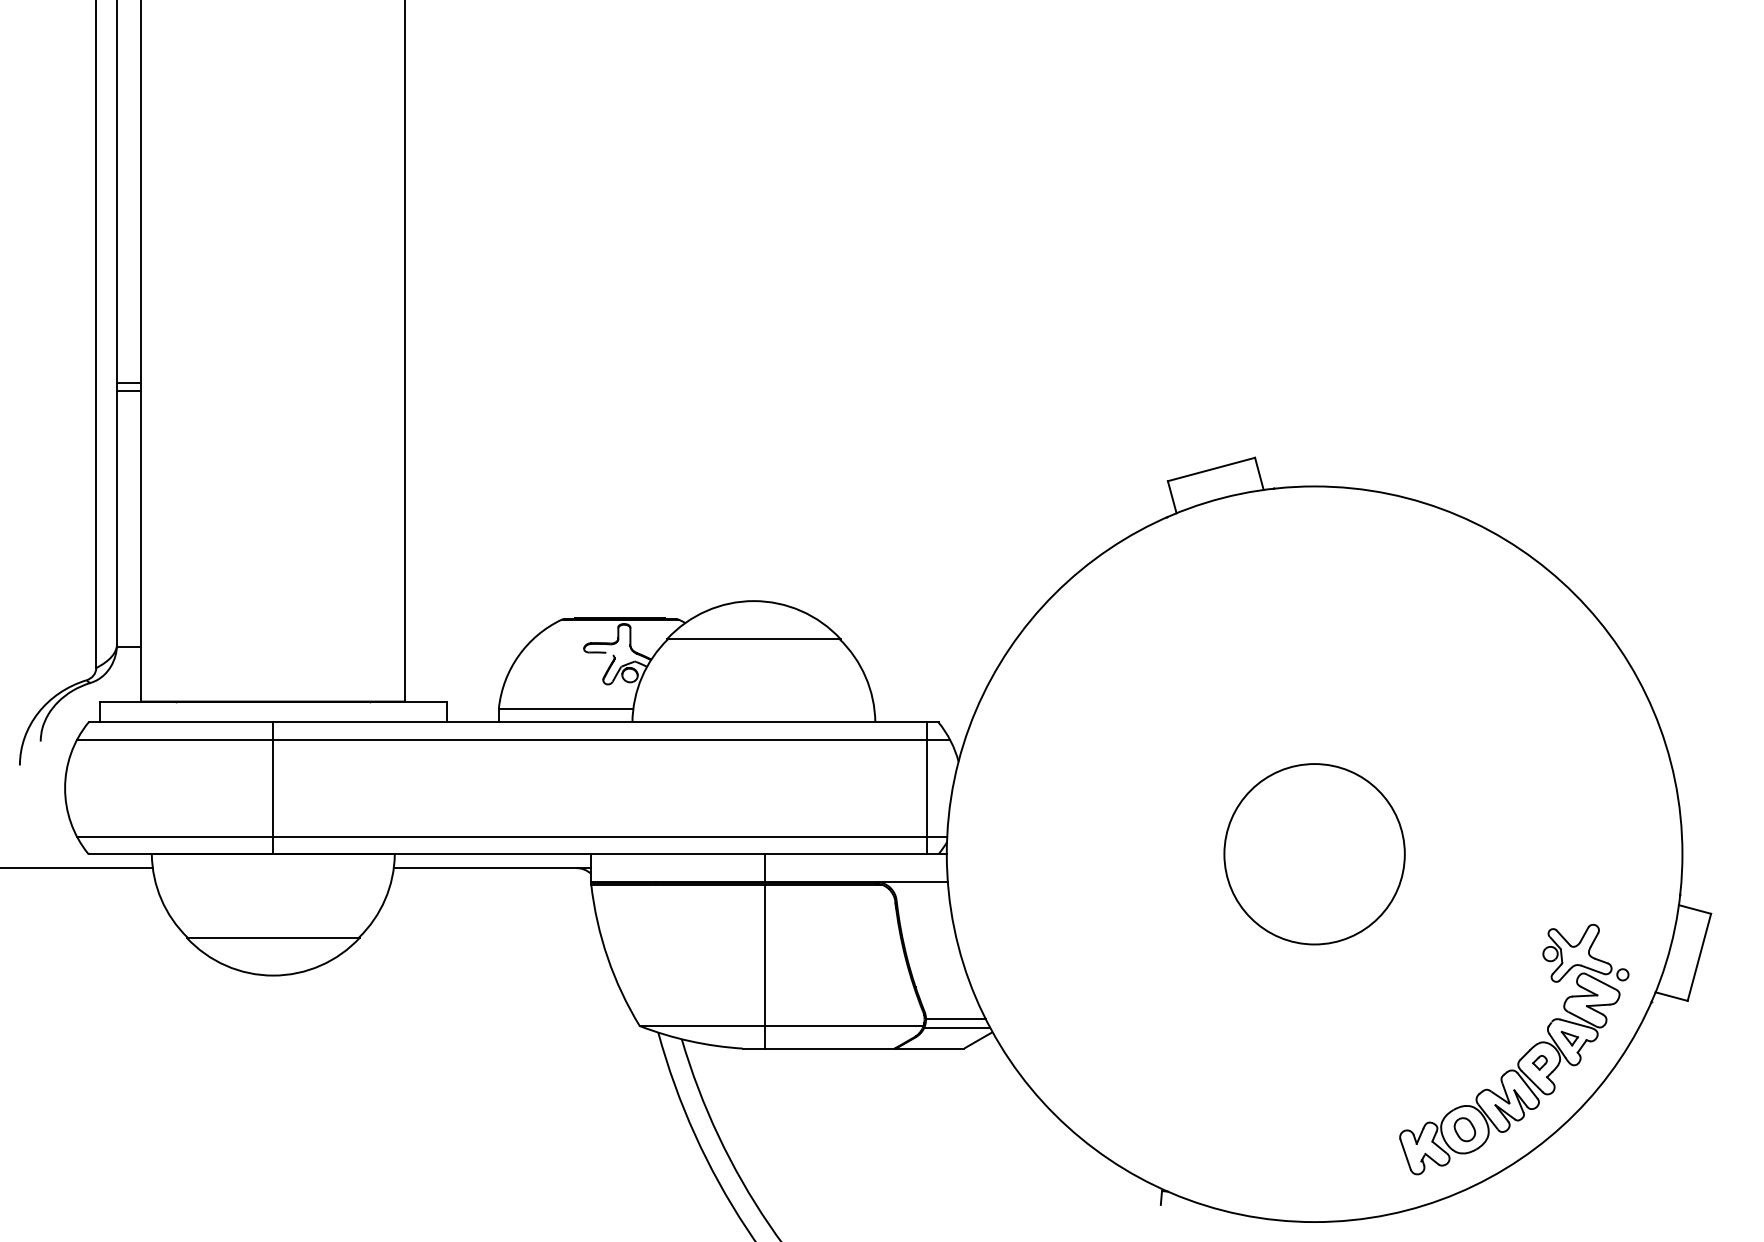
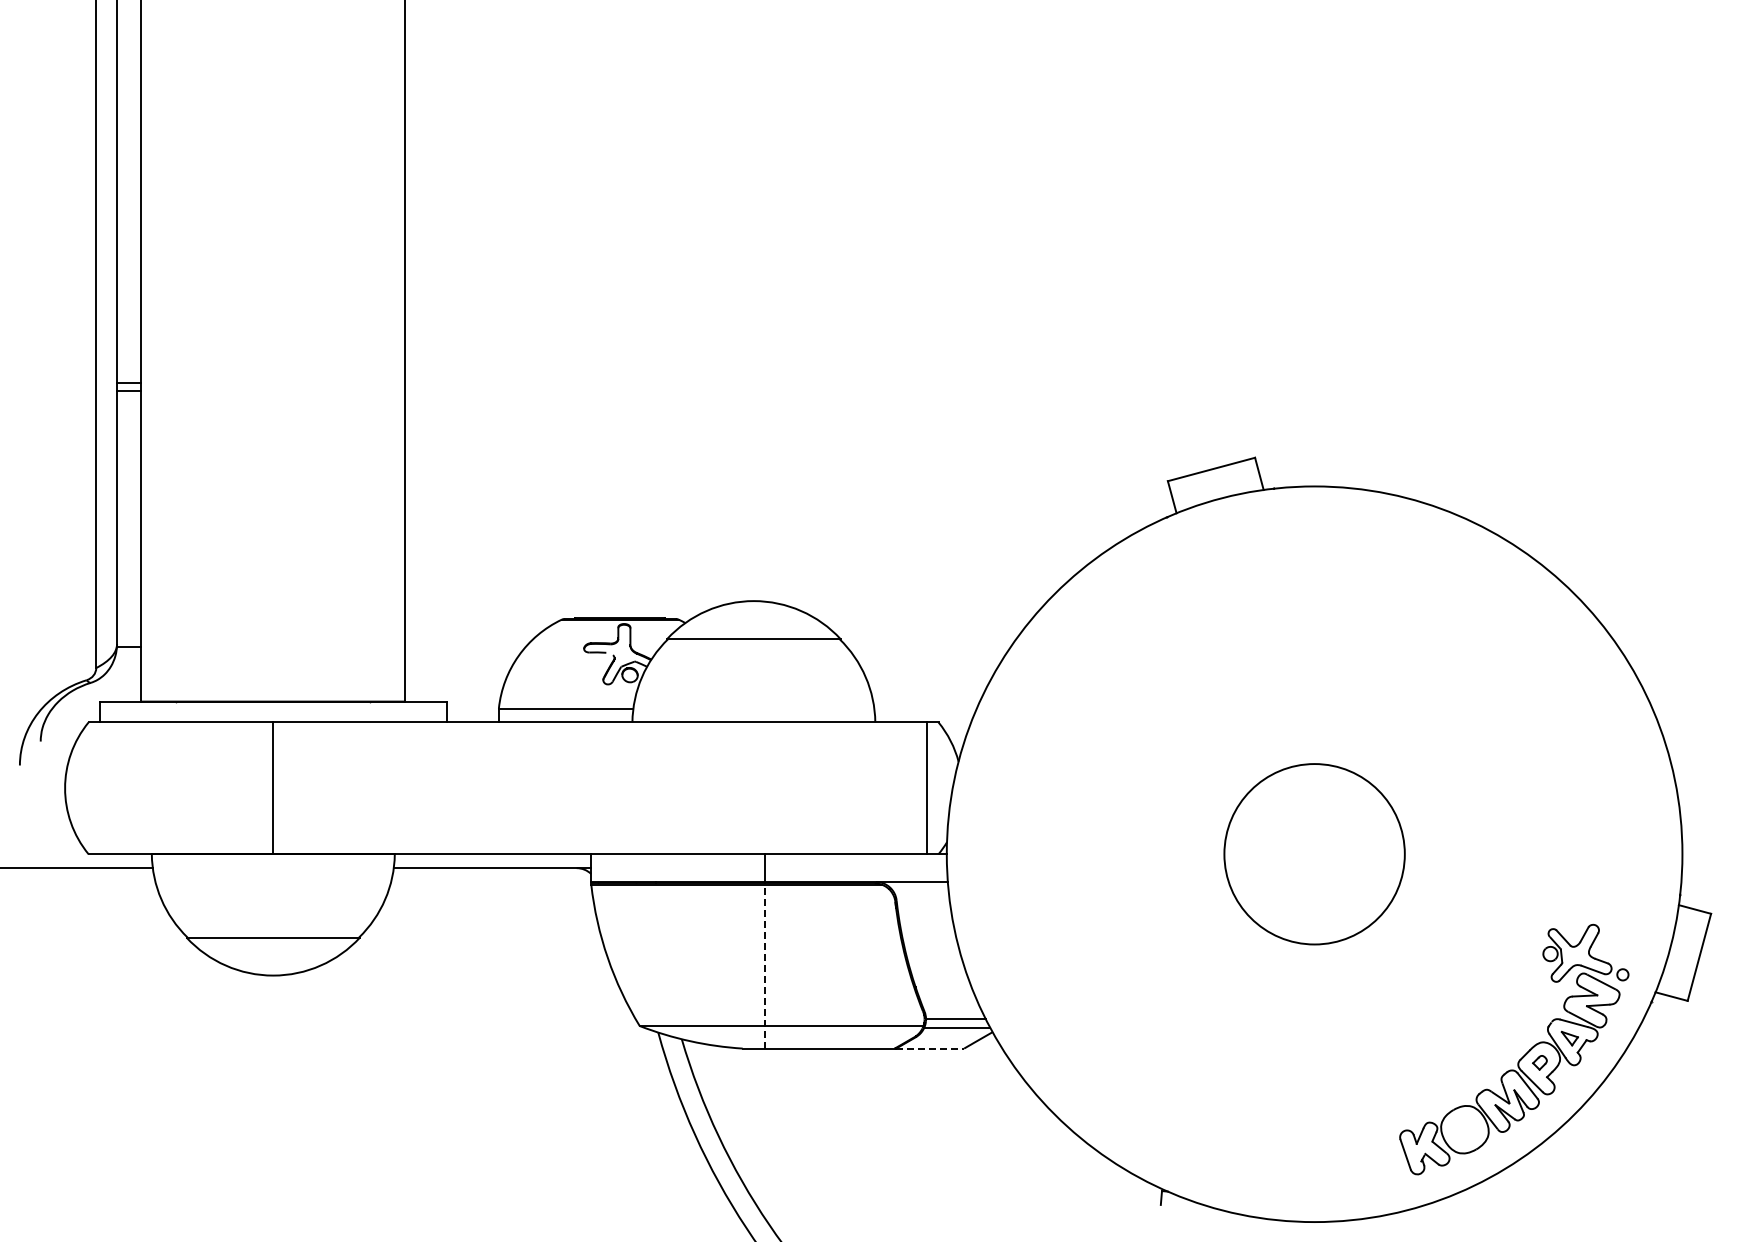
line at (513, 739): present -> none
line at (512, 836): present -> none
line at (764, 966): solid -> dashed
line at (930, 1048): solid -> dashed
part at (1464, 1129): present -> none
